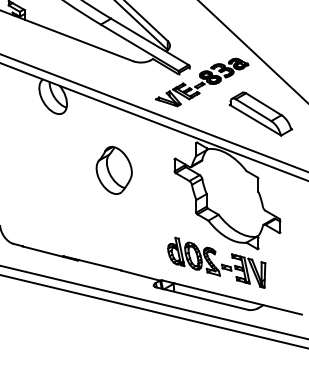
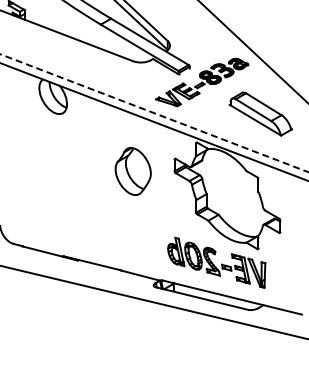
line at (154, 113): solid -> dashed
part at (113, 170) position: (113, 170) -> (132, 171)
line at (153, 311): present -> none
